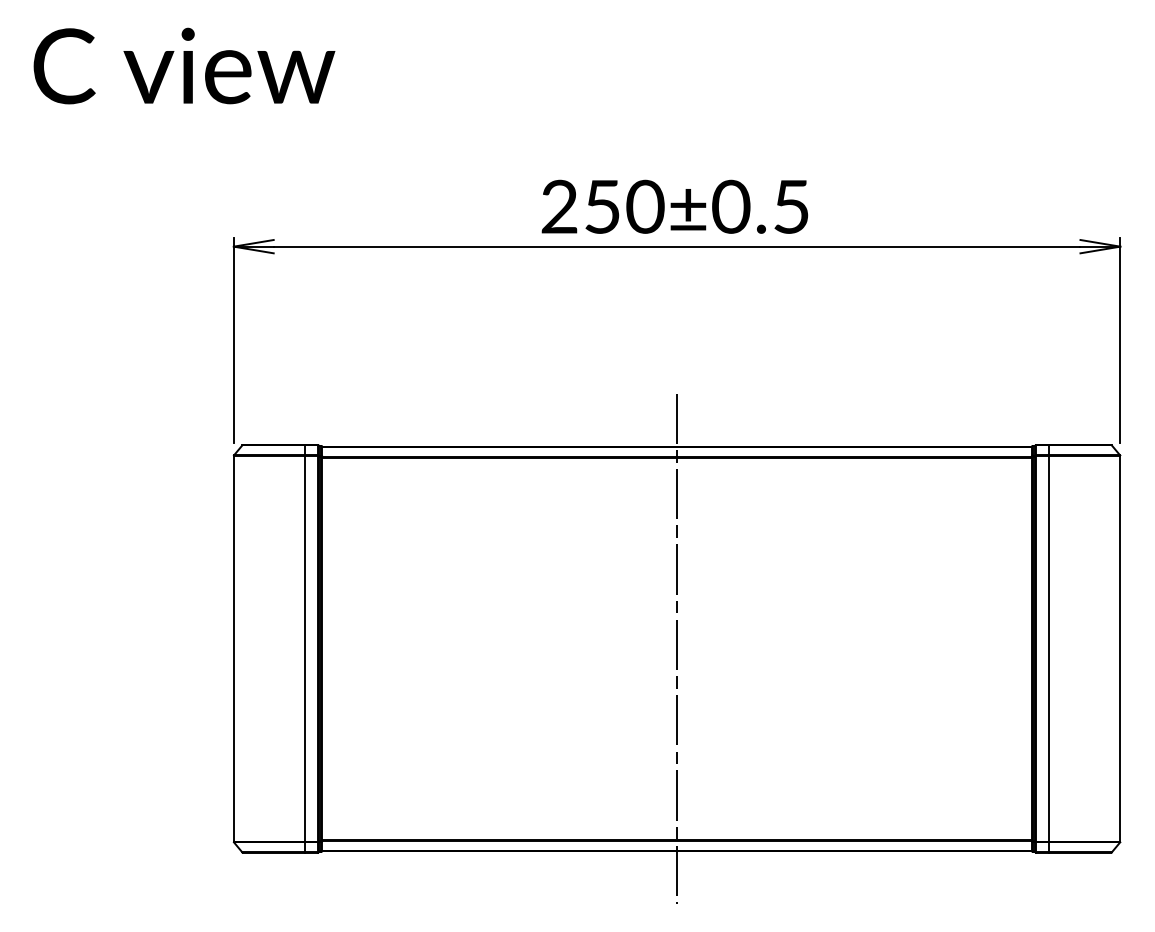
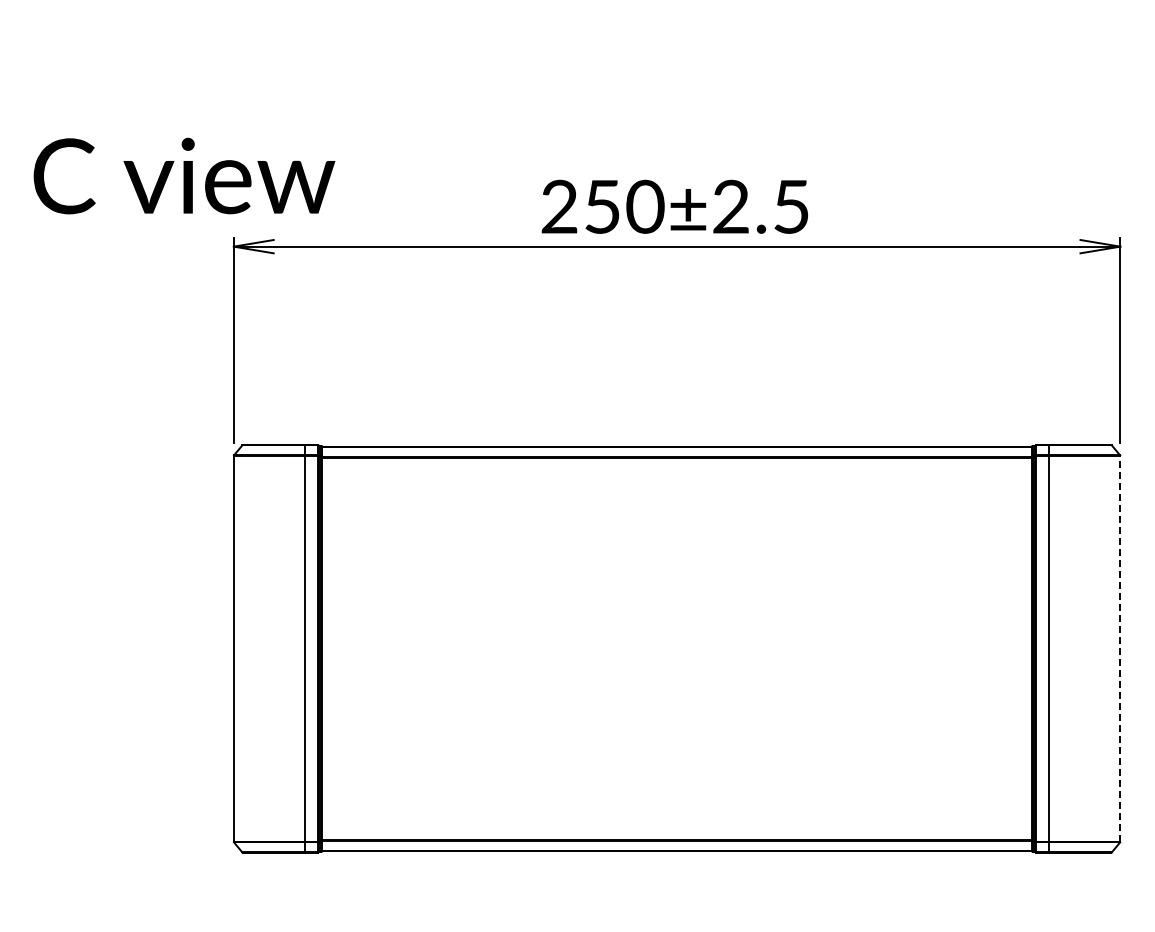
text at (184, 65) position: (184, 65) -> (184, 175)
text at (731, 206): 250±0.5 -> 250±2.5
line at (677, 648): present -> none
line at (1120, 648): solid -> dashed
